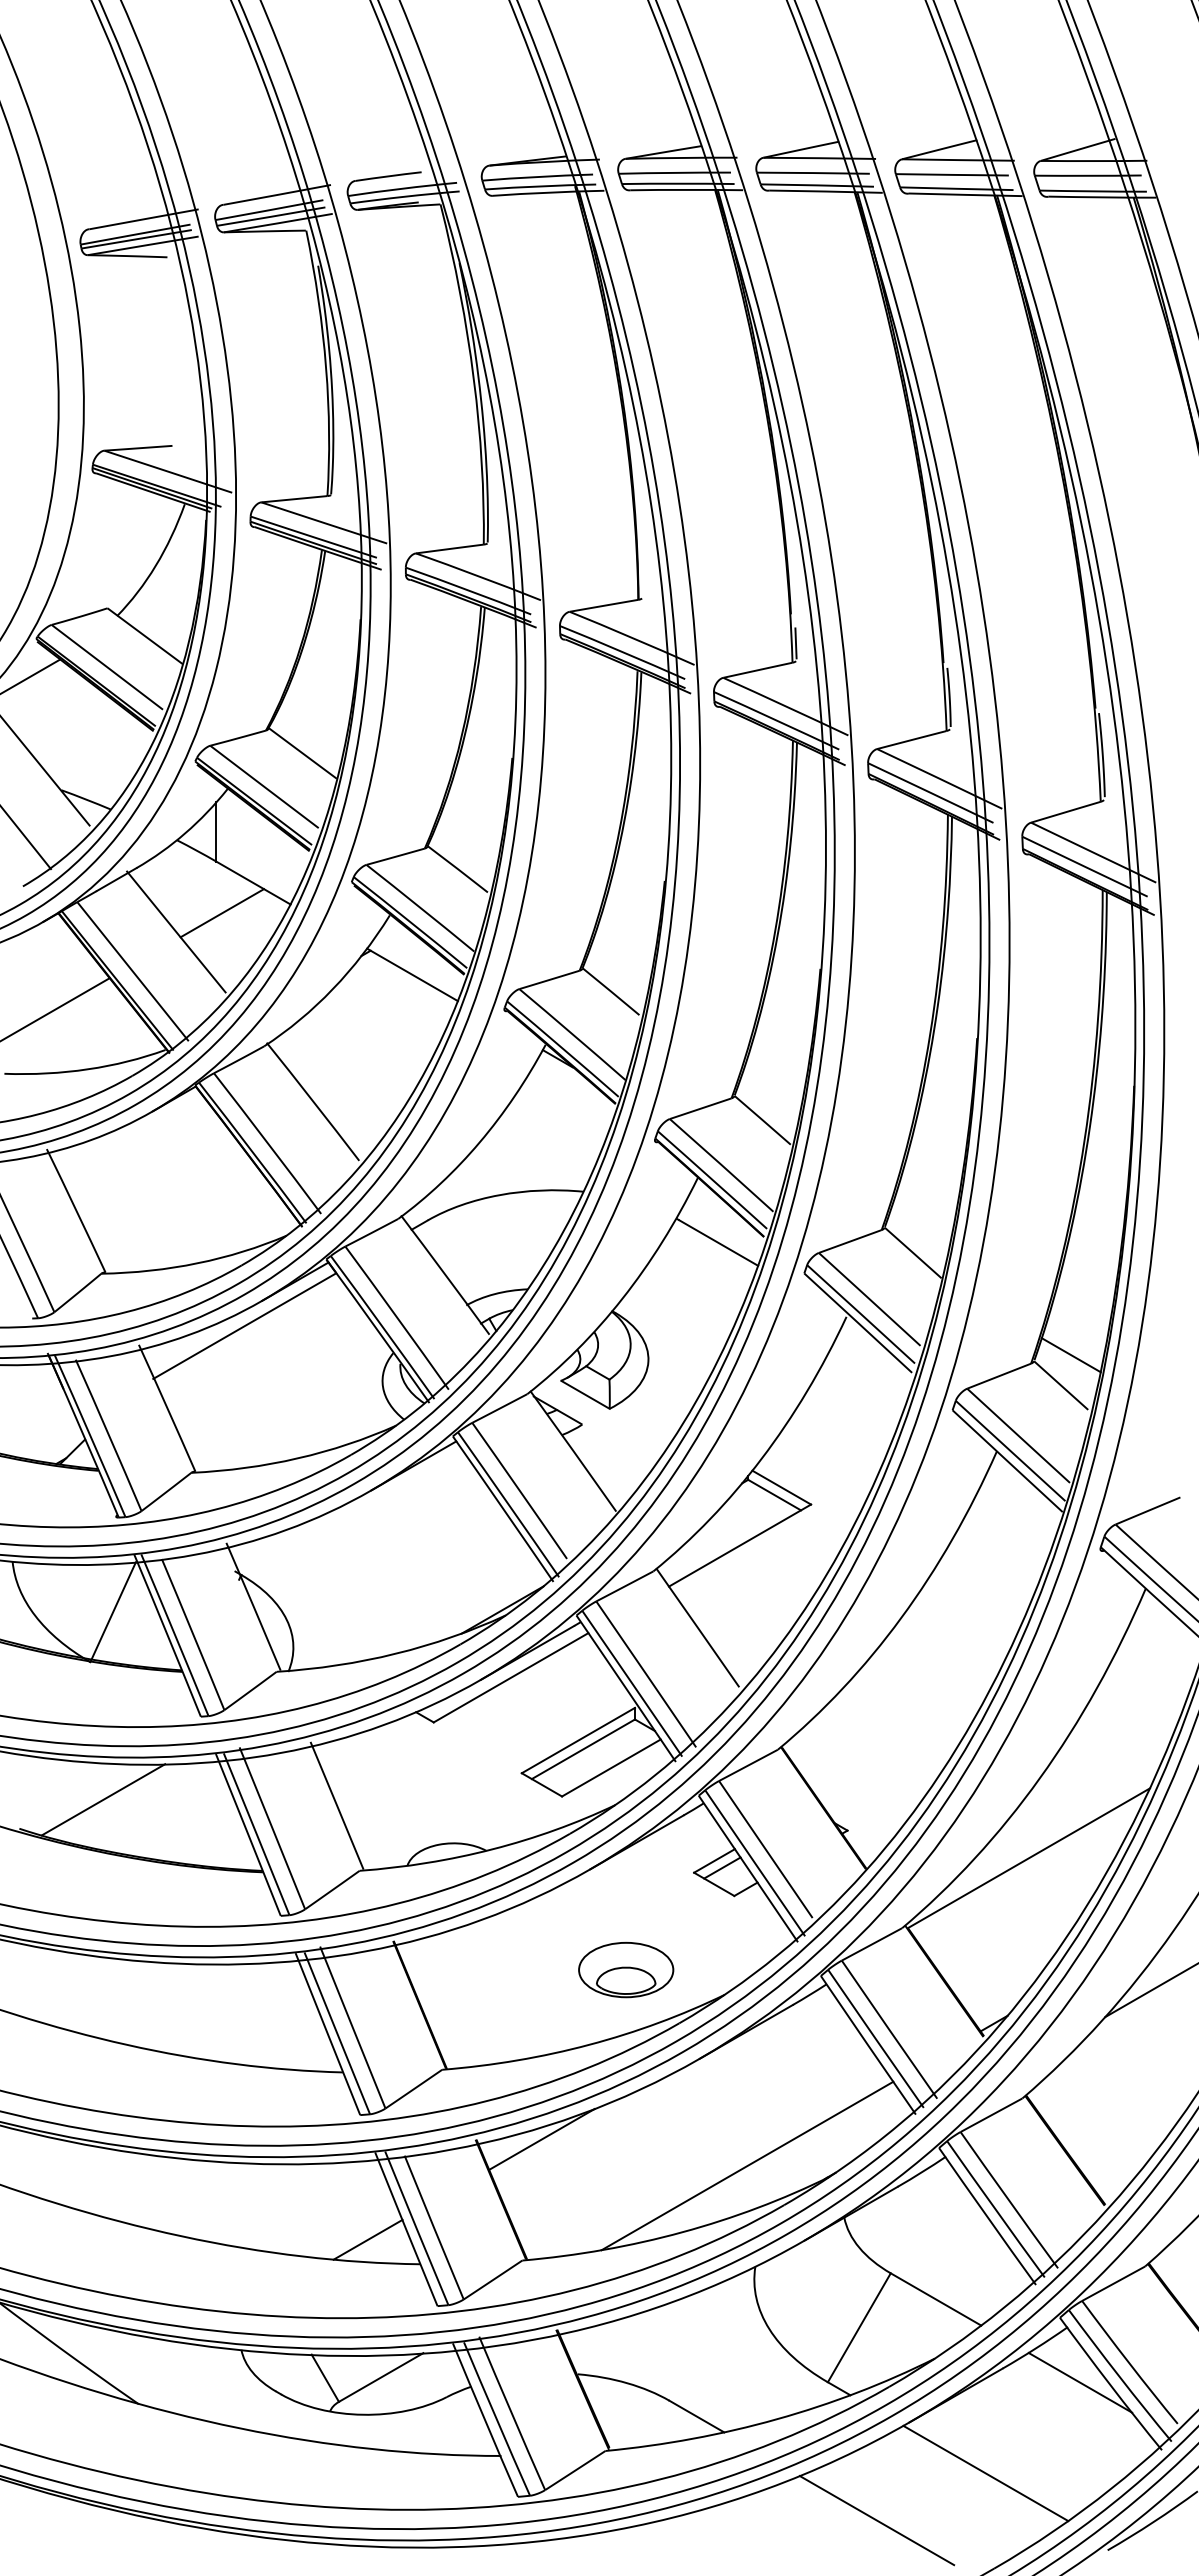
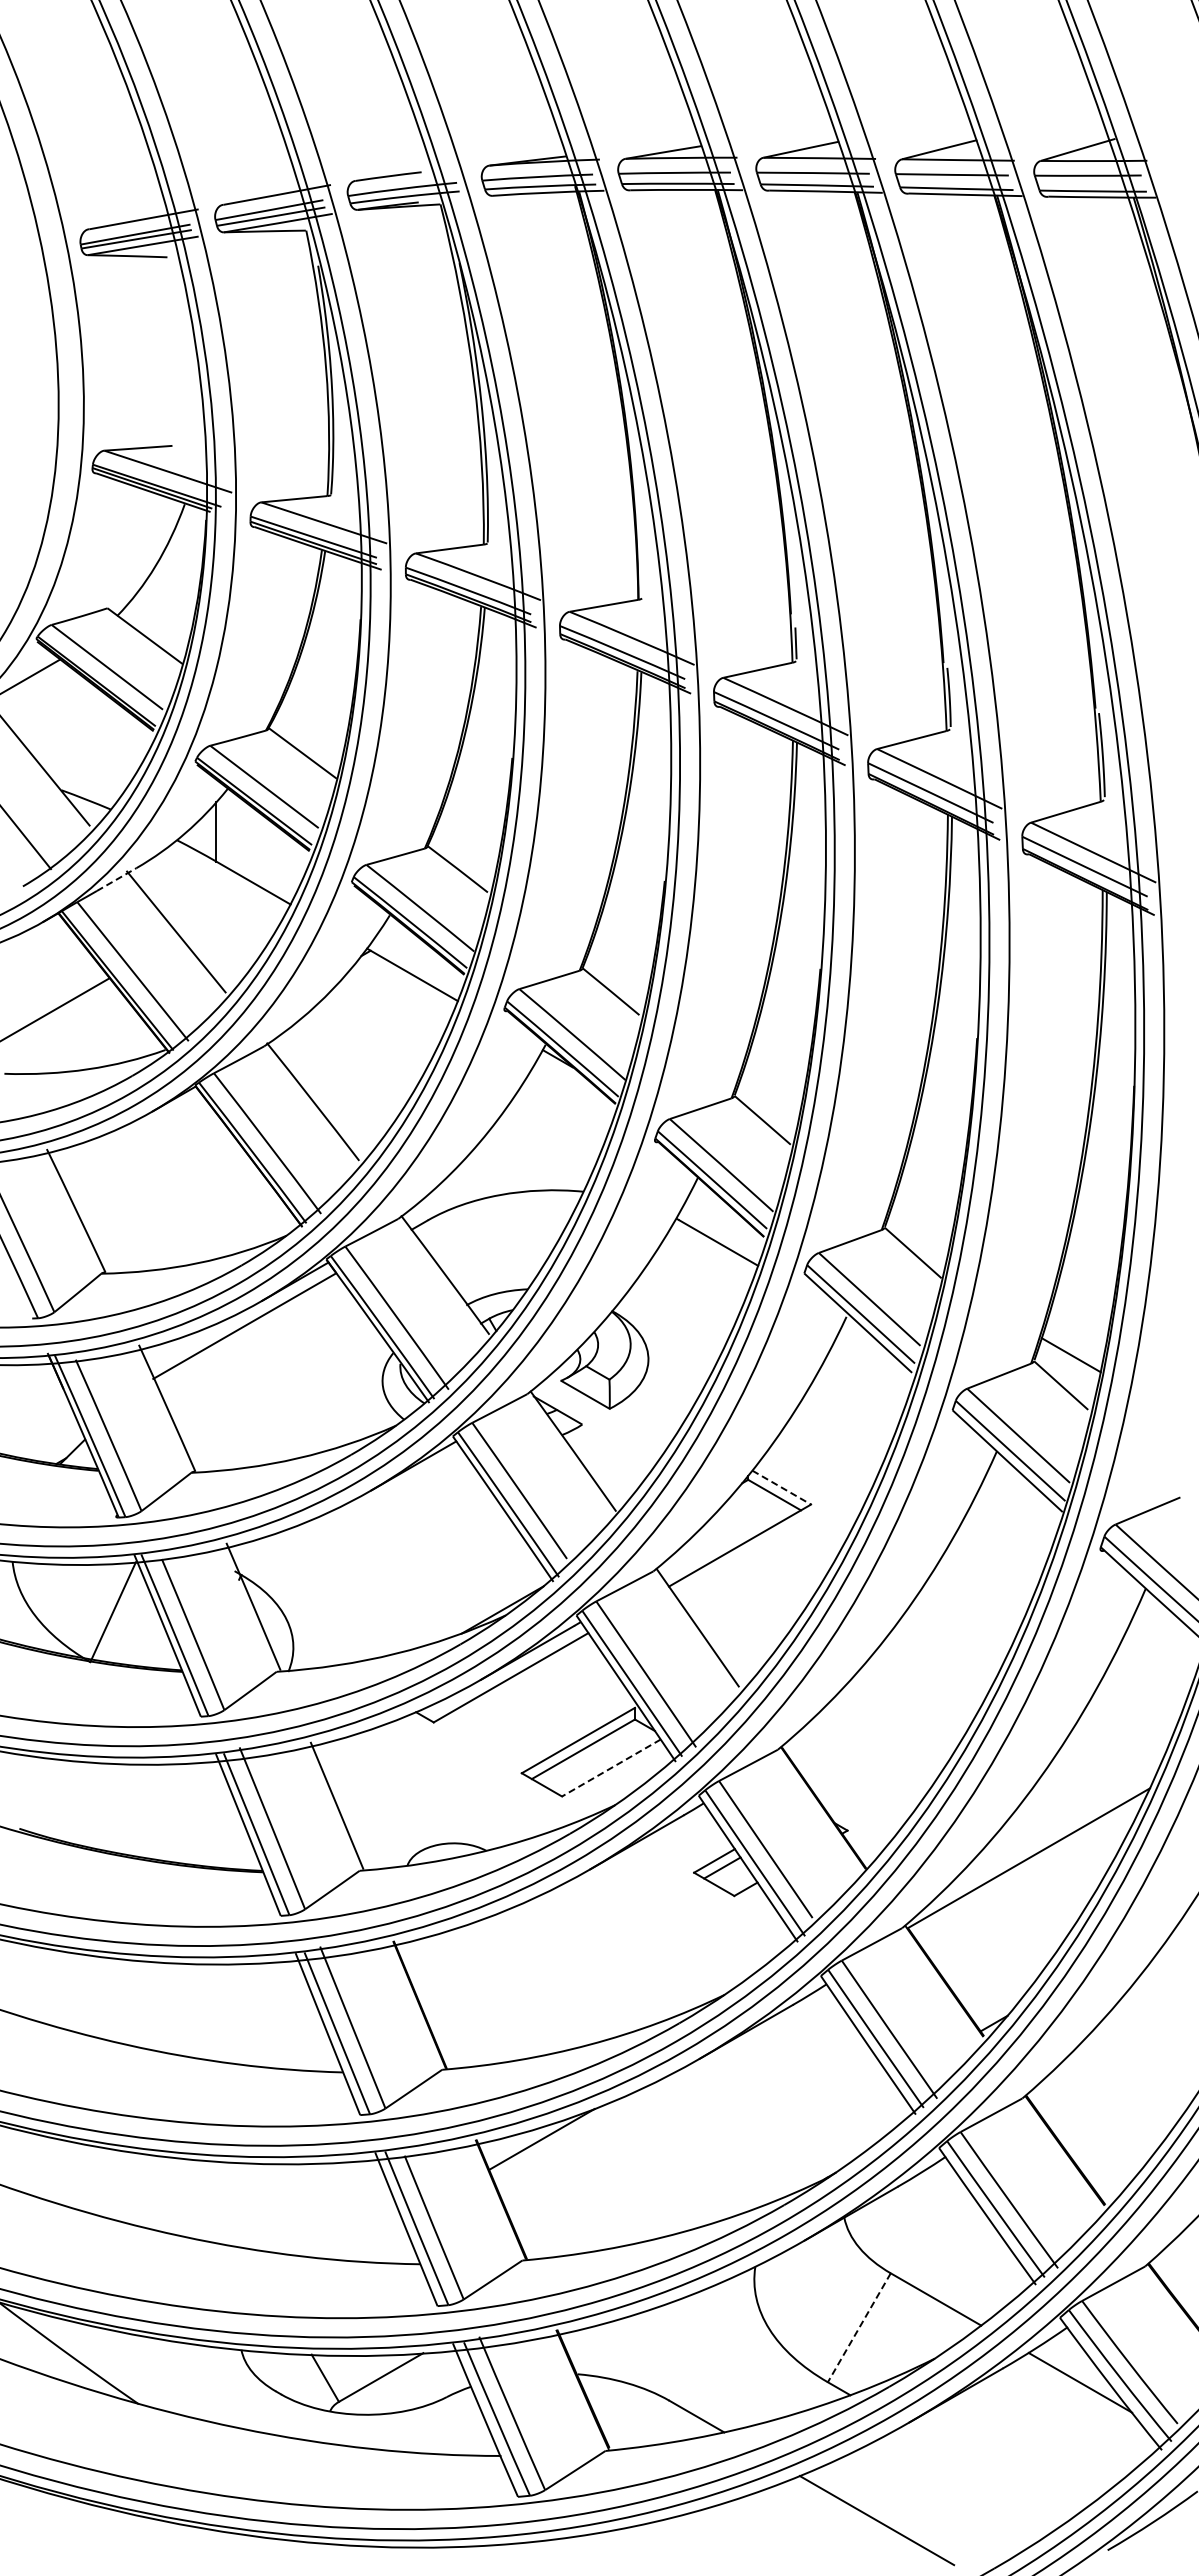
line at (116, 879): solid -> dashed
line at (222, 913): present -> none
line at (781, 1487): solid -> dashed
line at (611, 1768): solid -> dashed
line at (103, 1799): present -> none
part at (626, 1969): present -> none
line at (1150, 1990): present -> none
line at (747, 2165): present -> none
line at (367, 2239): present -> none
line at (859, 2327): solid -> dashed
line at (985, 2473): present -> none
